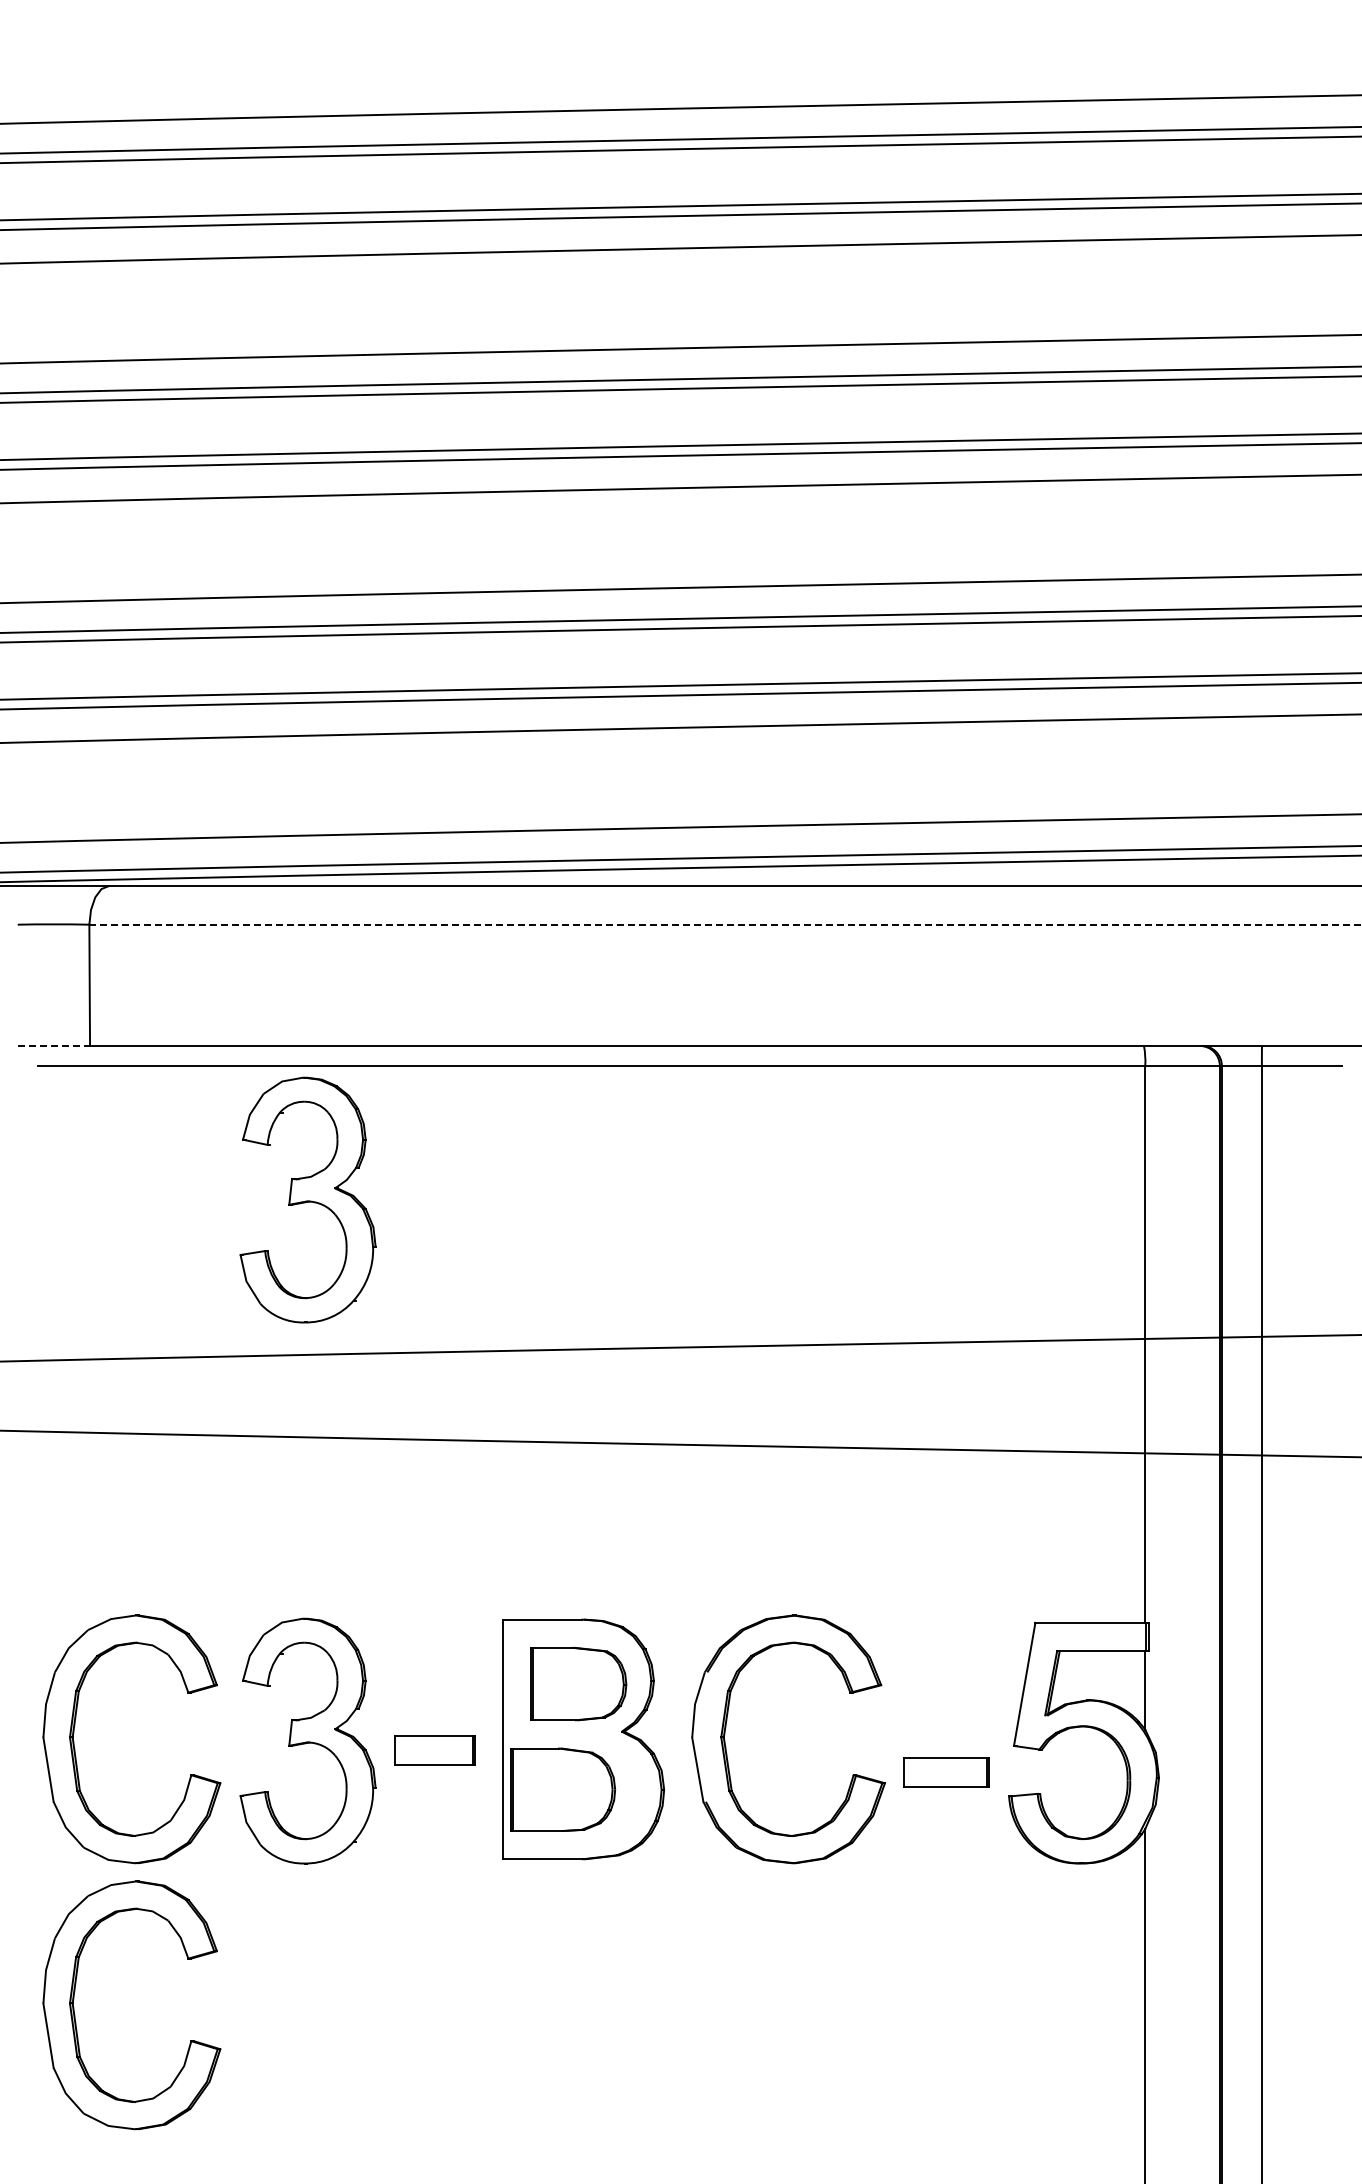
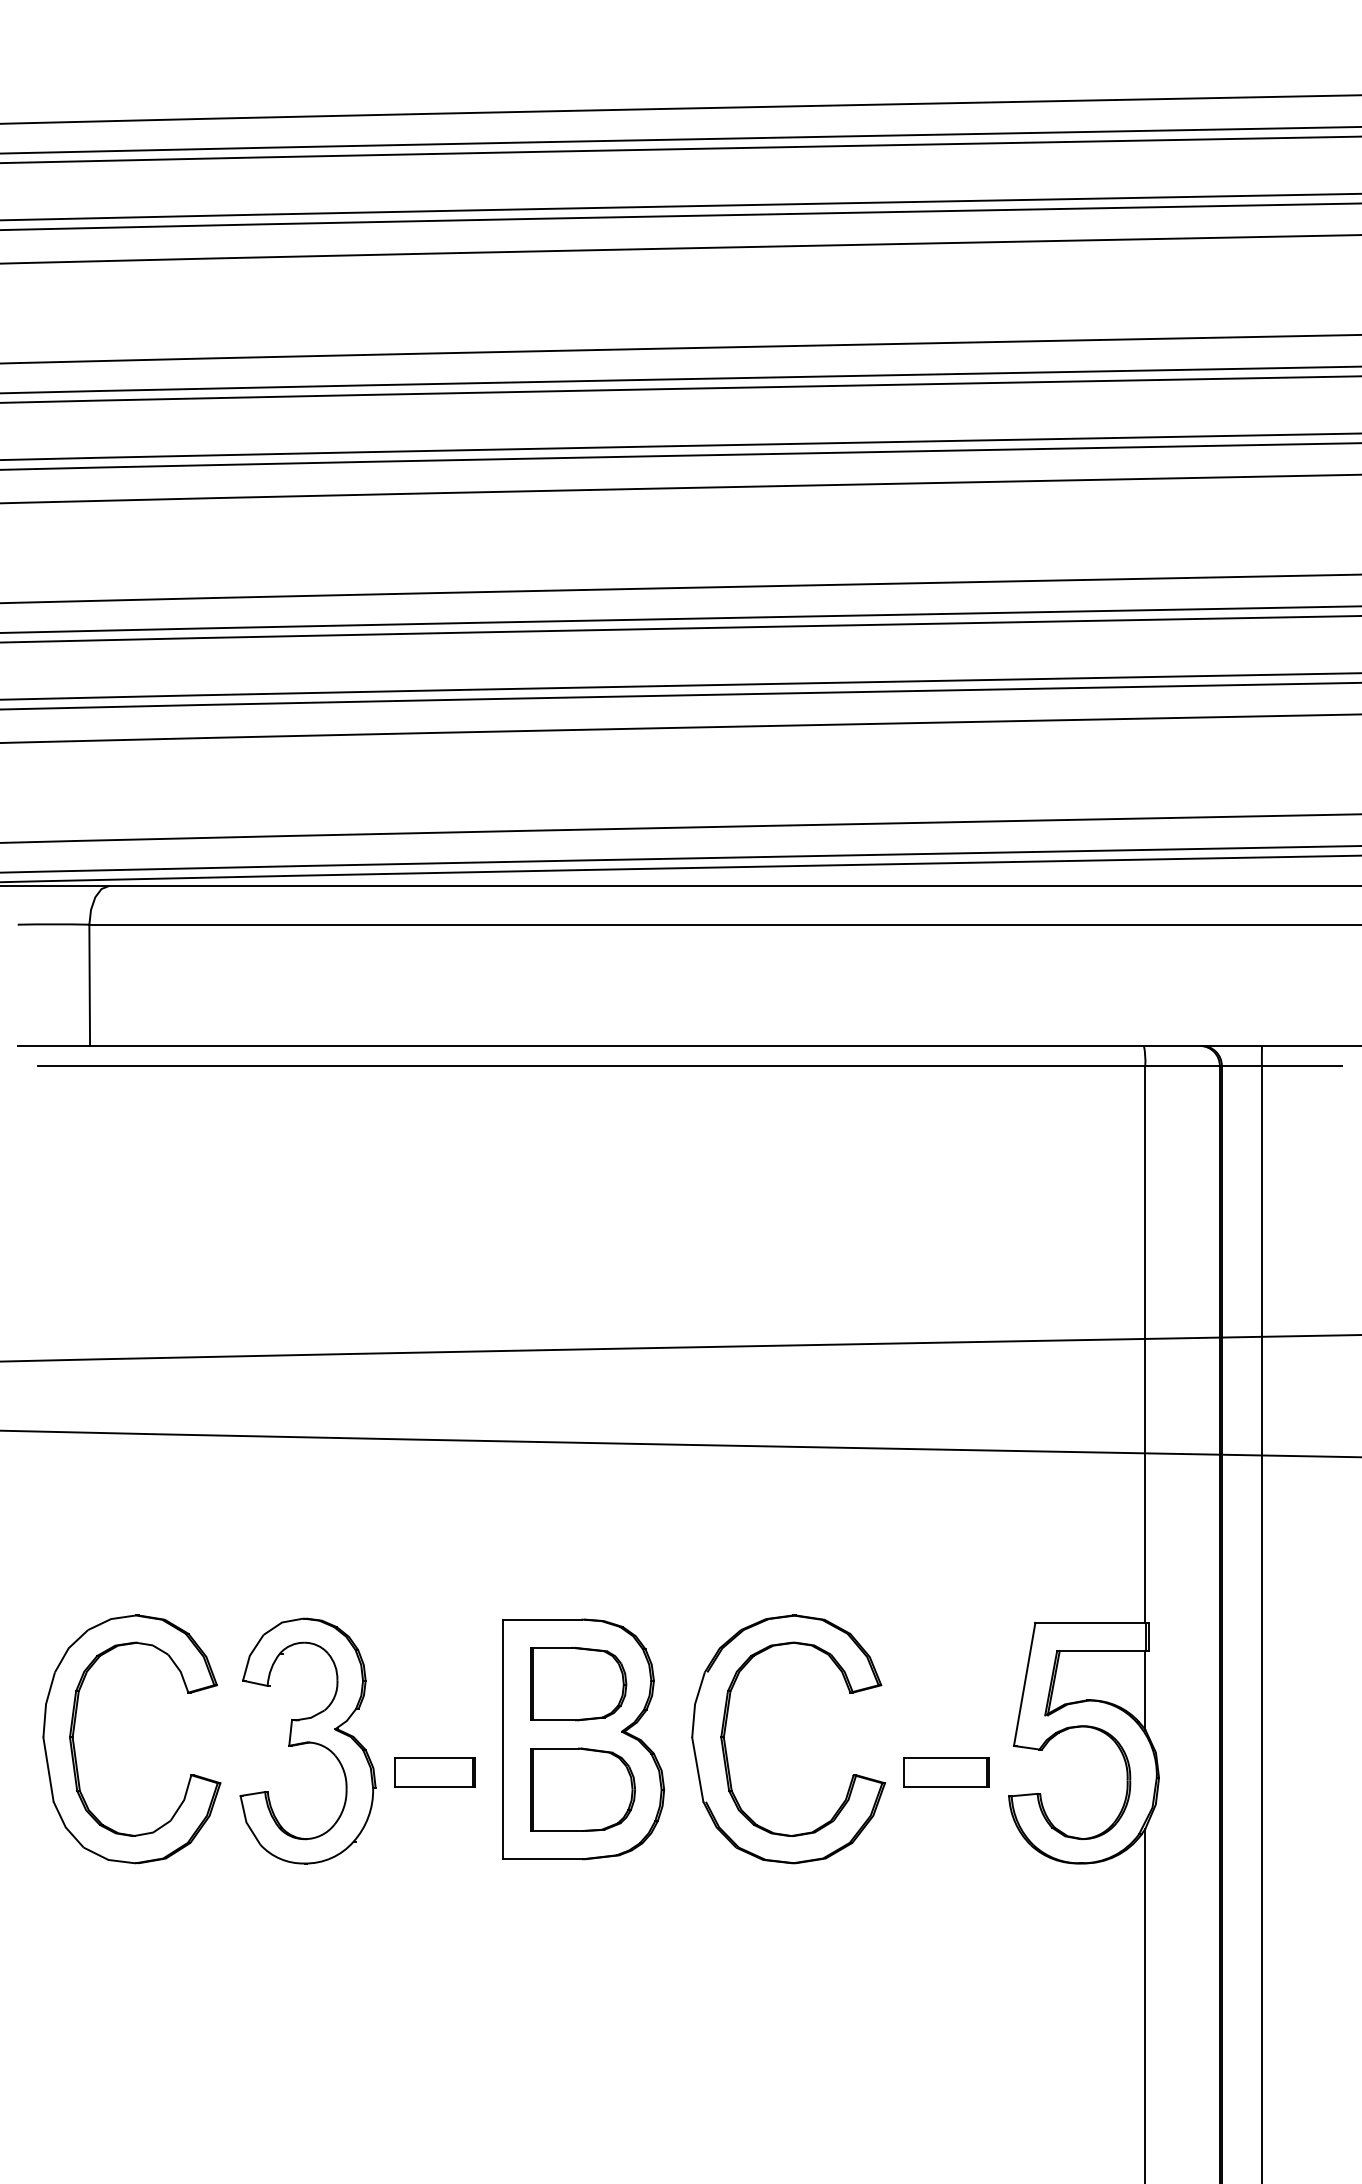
line at (725, 924): dashed -> solid
line at (54, 1045): dashed -> solid
part at (307, 1199): present -> none
part at (434, 1750) position: (434, 1750) -> (434, 1772)
part at (562, 1789) position: (562, 1789) -> (582, 1789)
part at (75, 2014): present -> none
